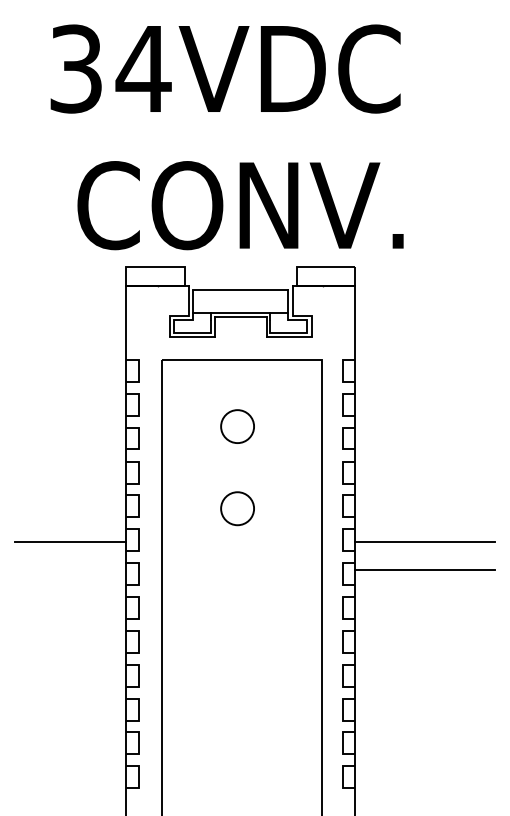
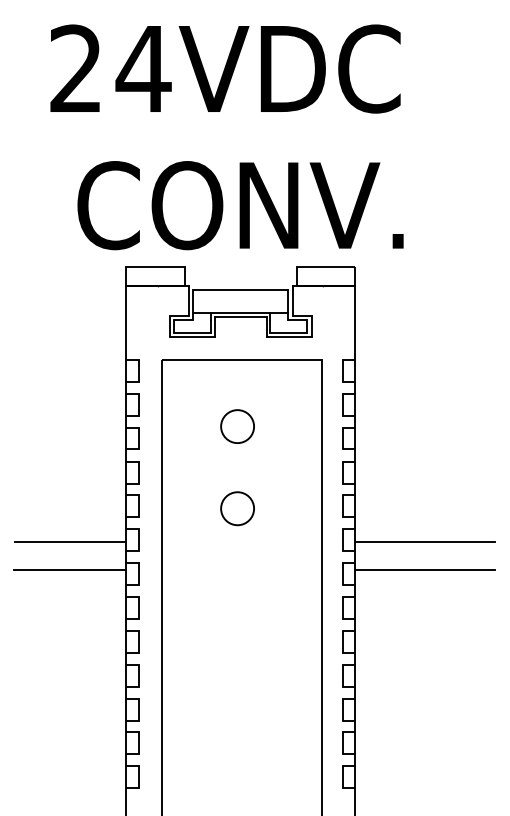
text at (75, 68): 34VDC -> 24VDC
line at (70, 569): none -> present
